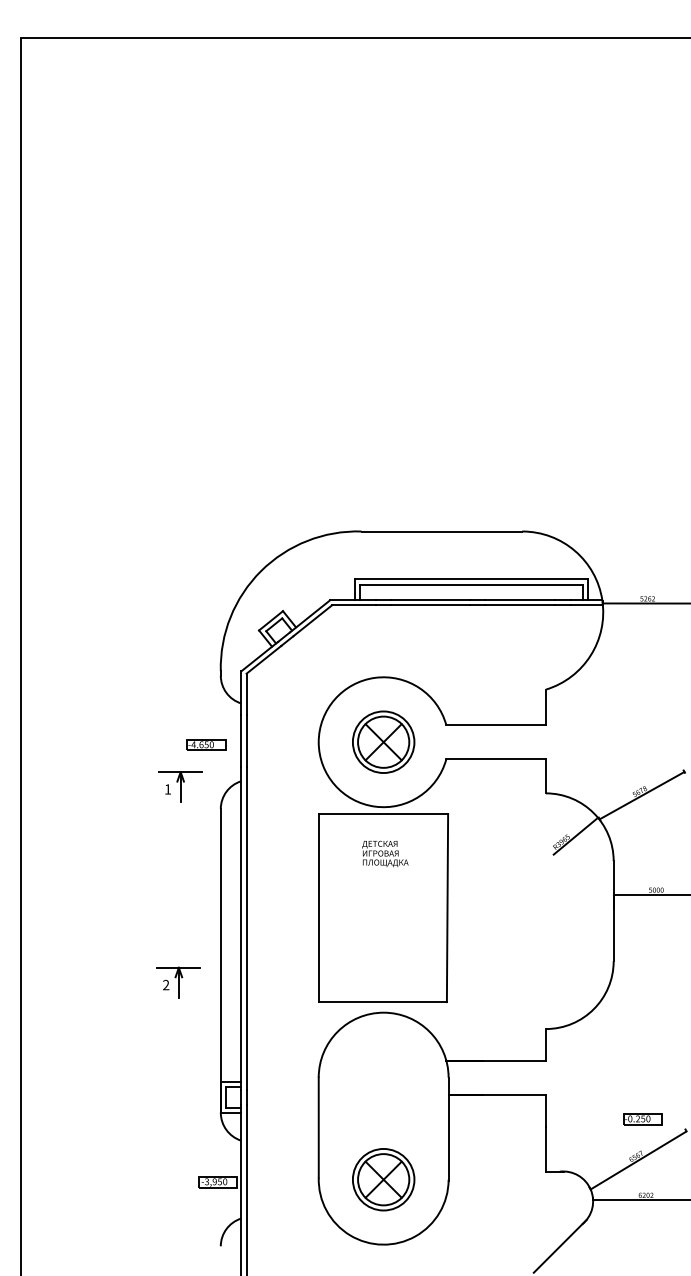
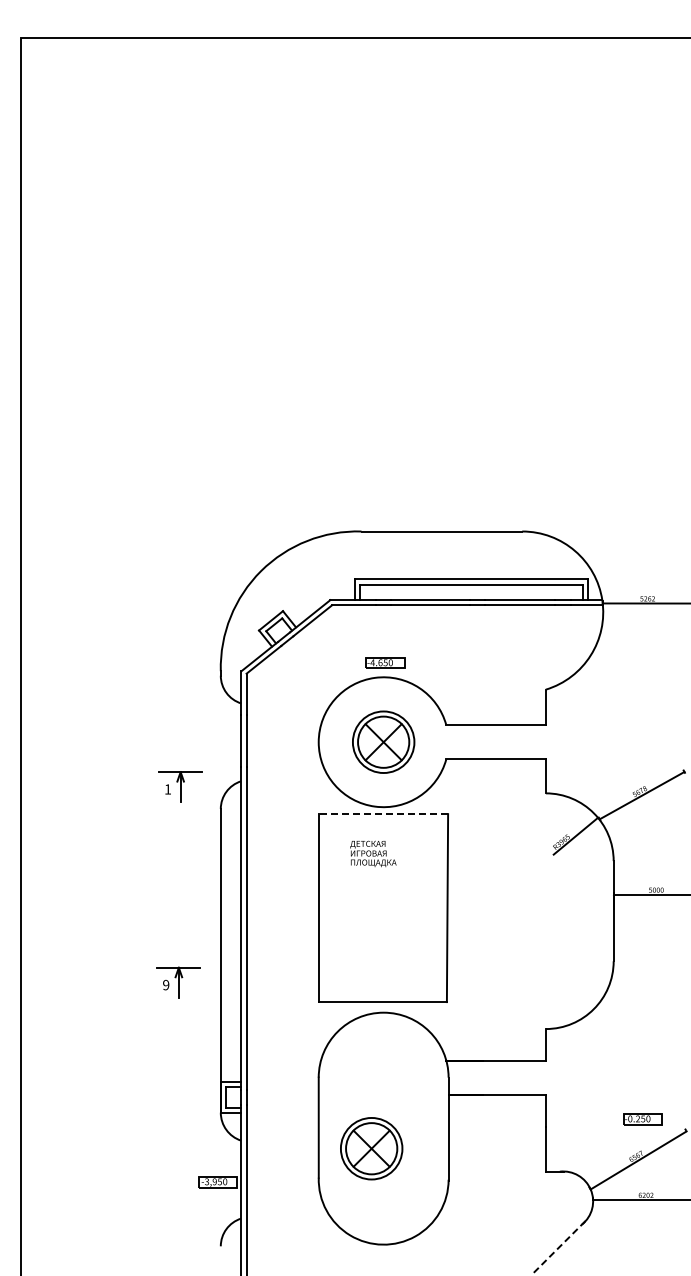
part at (206, 744) position: (206, 744) -> (385, 662)
line at (383, 814): solid -> dashed
text at (385, 853) position: (385, 853) -> (373, 853)
text at (166, 985): 2 -> 9
part at (383, 1179) position: (383, 1179) -> (371, 1148)
line at (560, 1246): solid -> dashed
